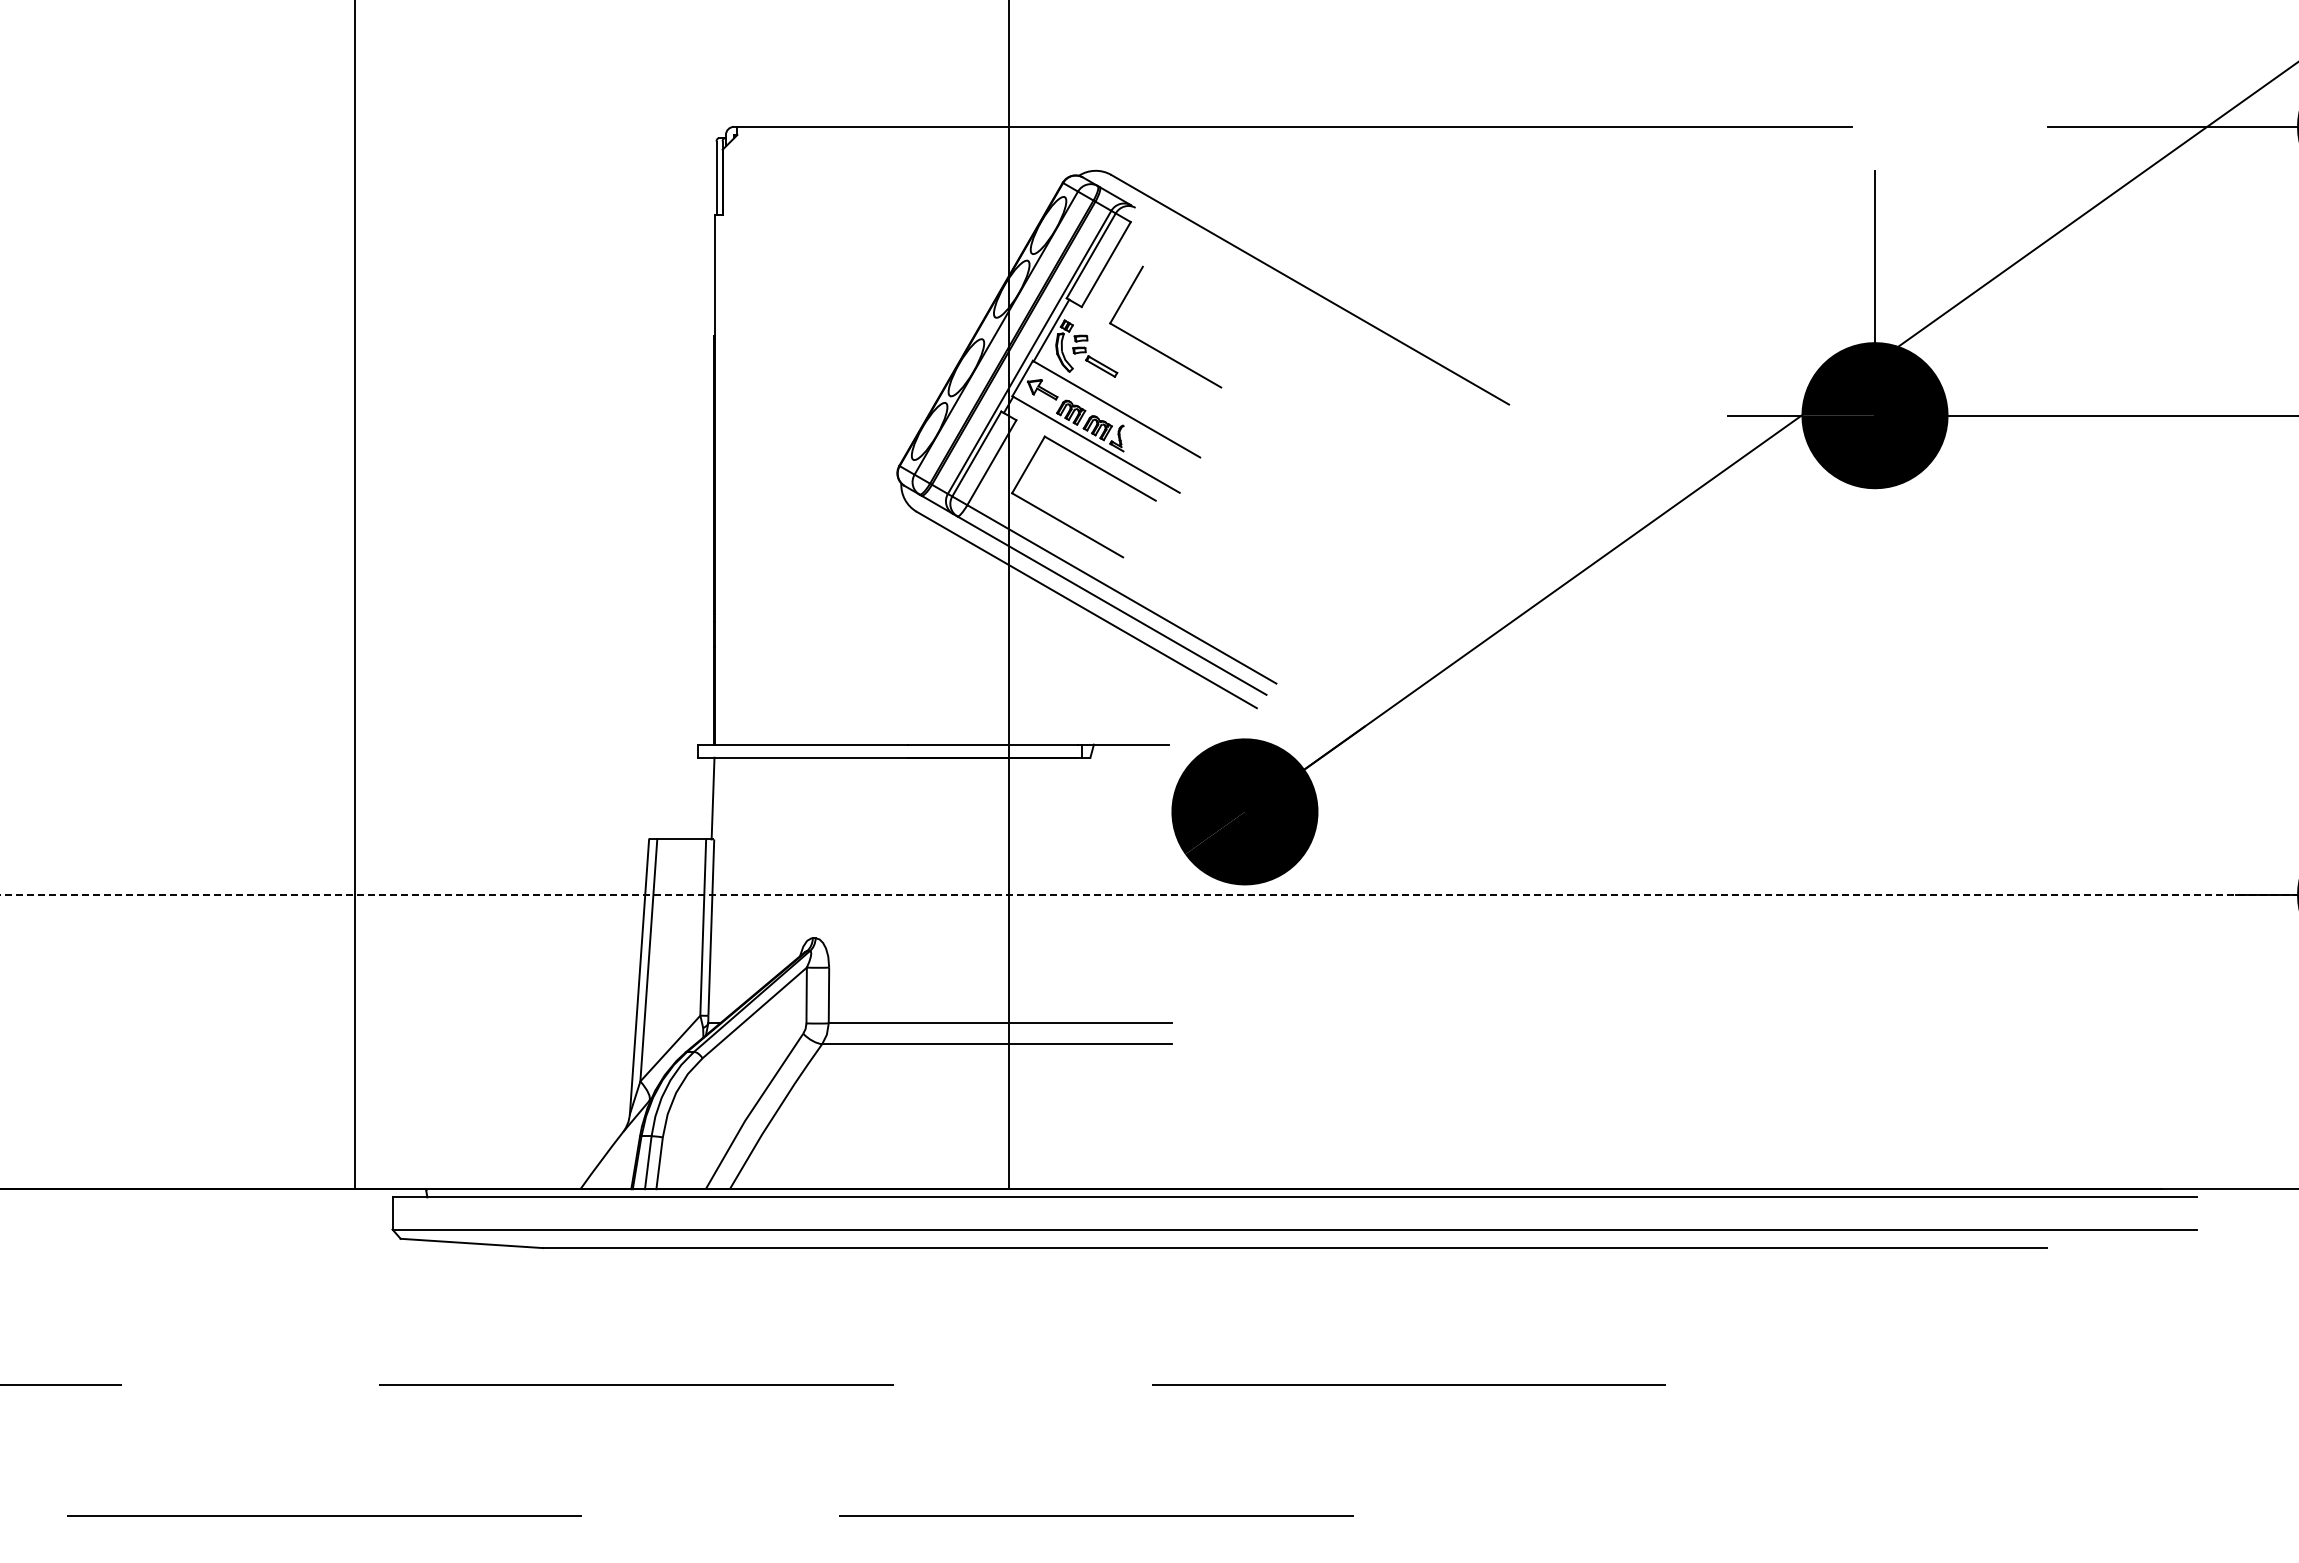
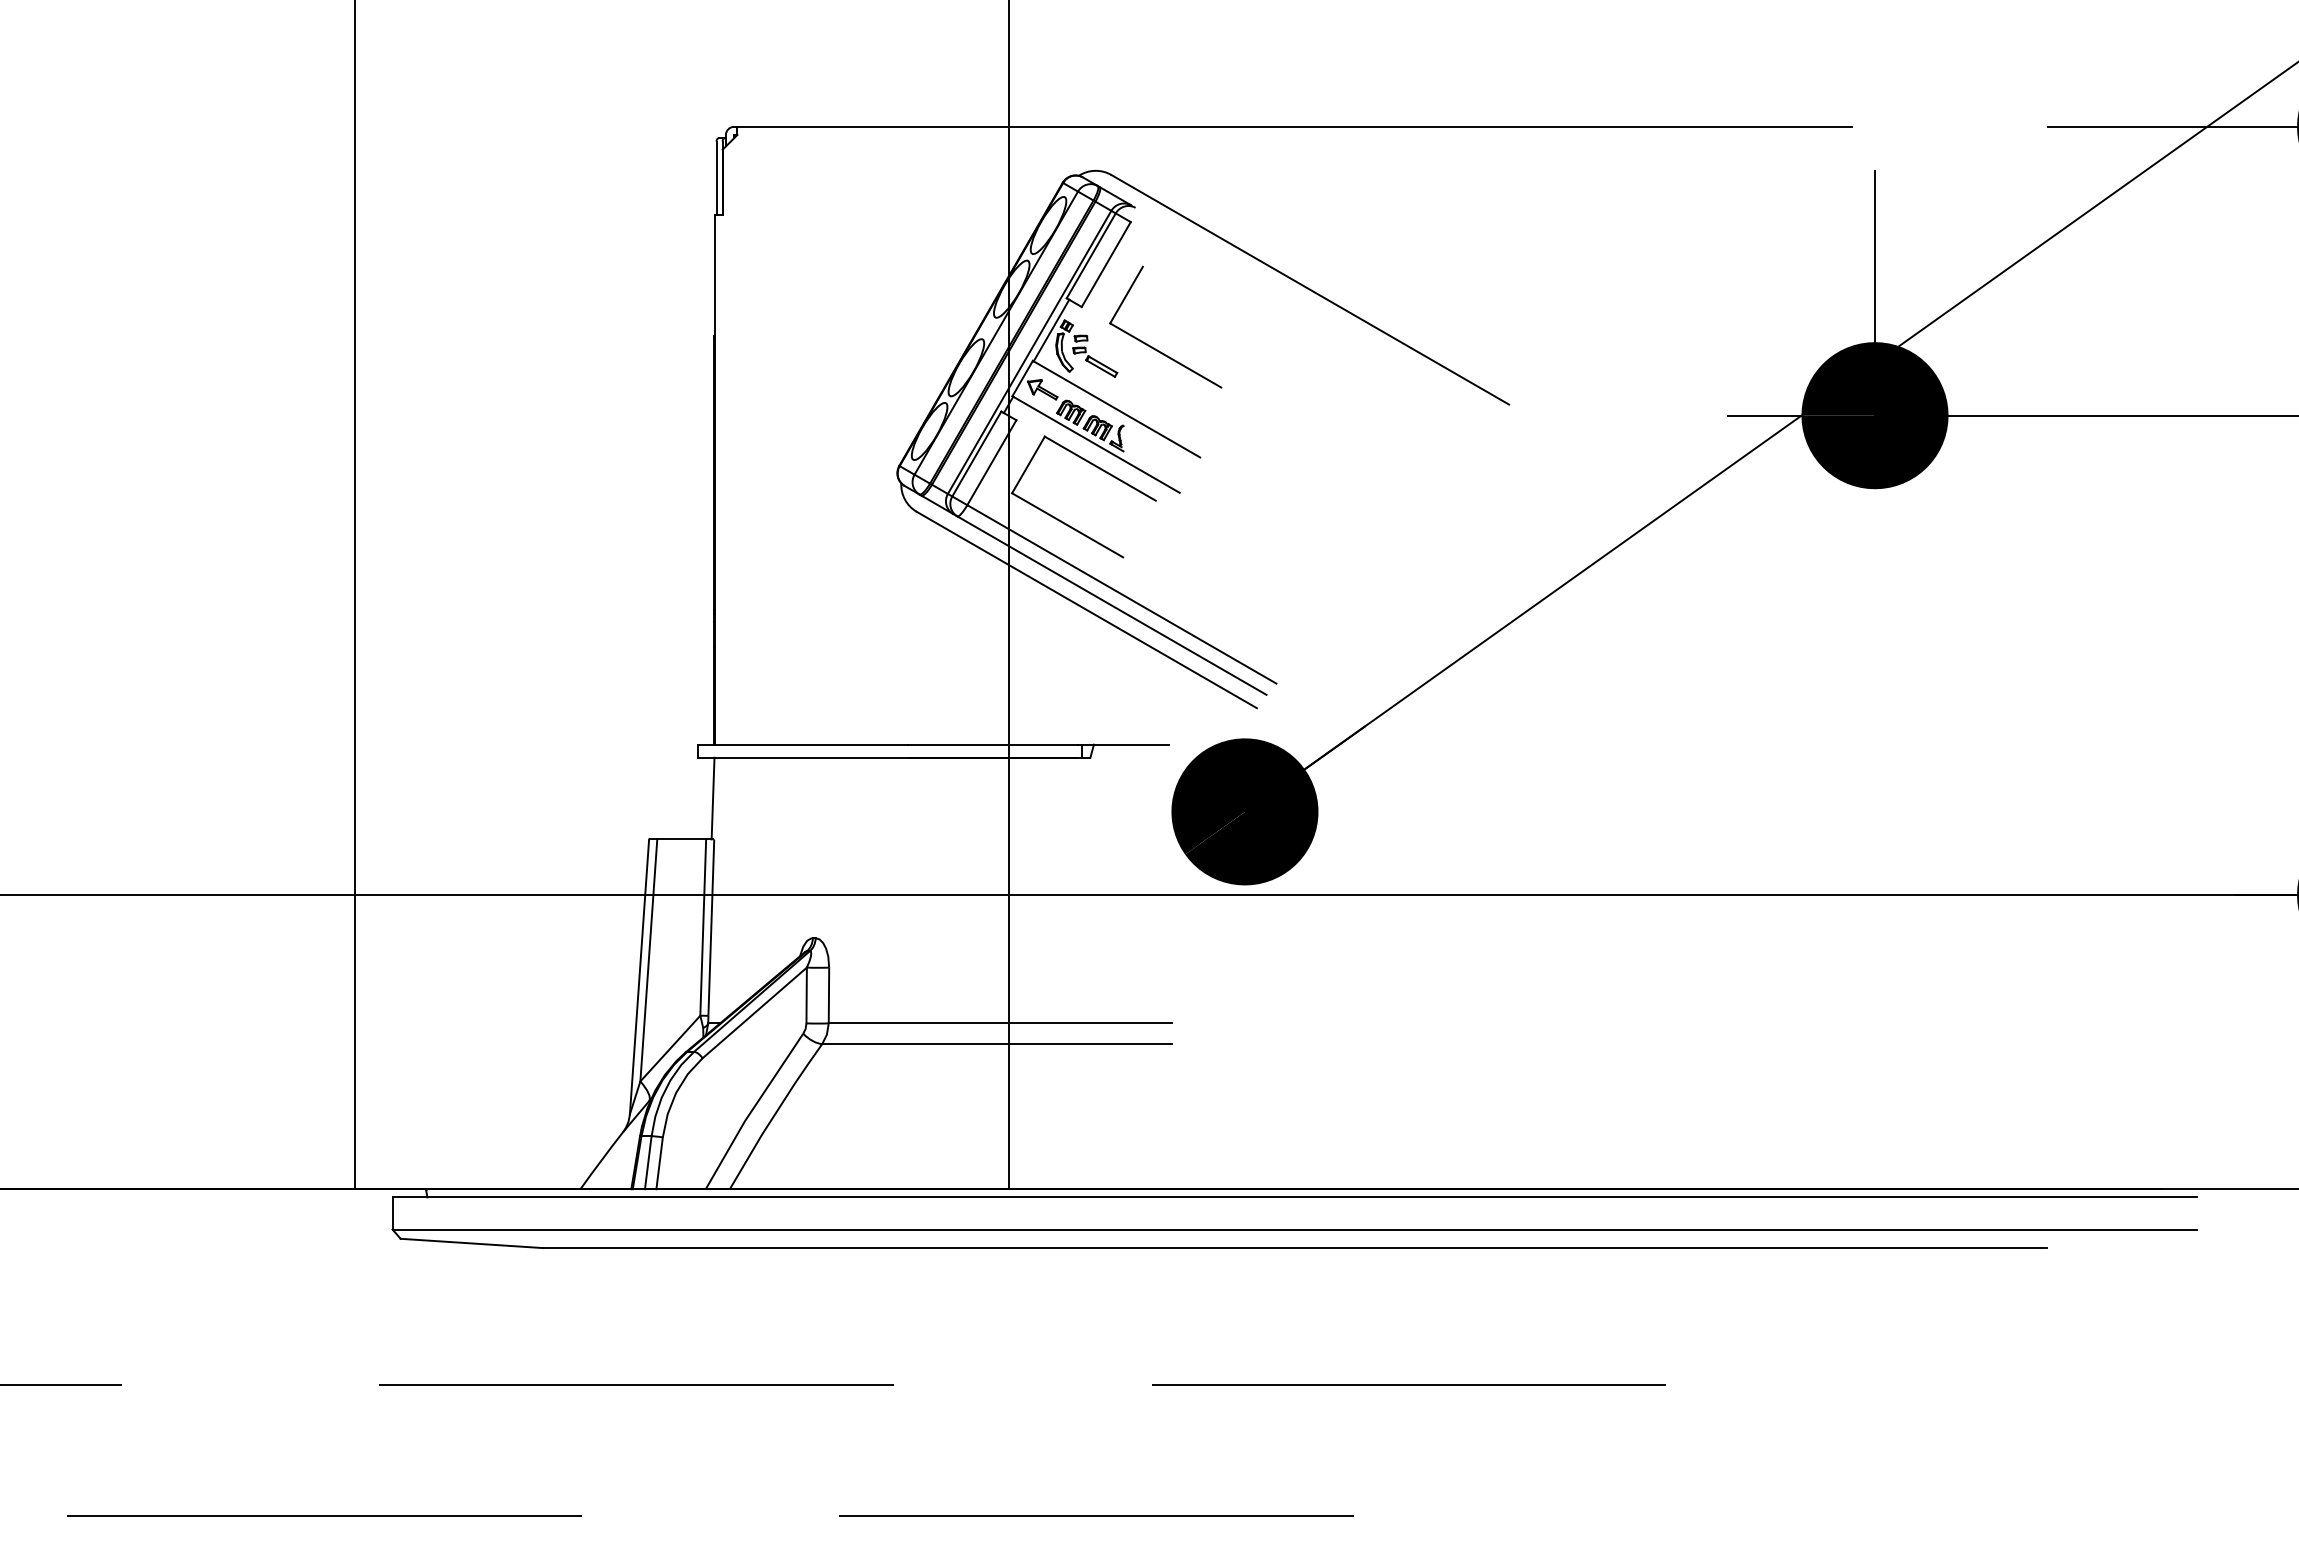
line at (1148, 895): dashed -> solid
